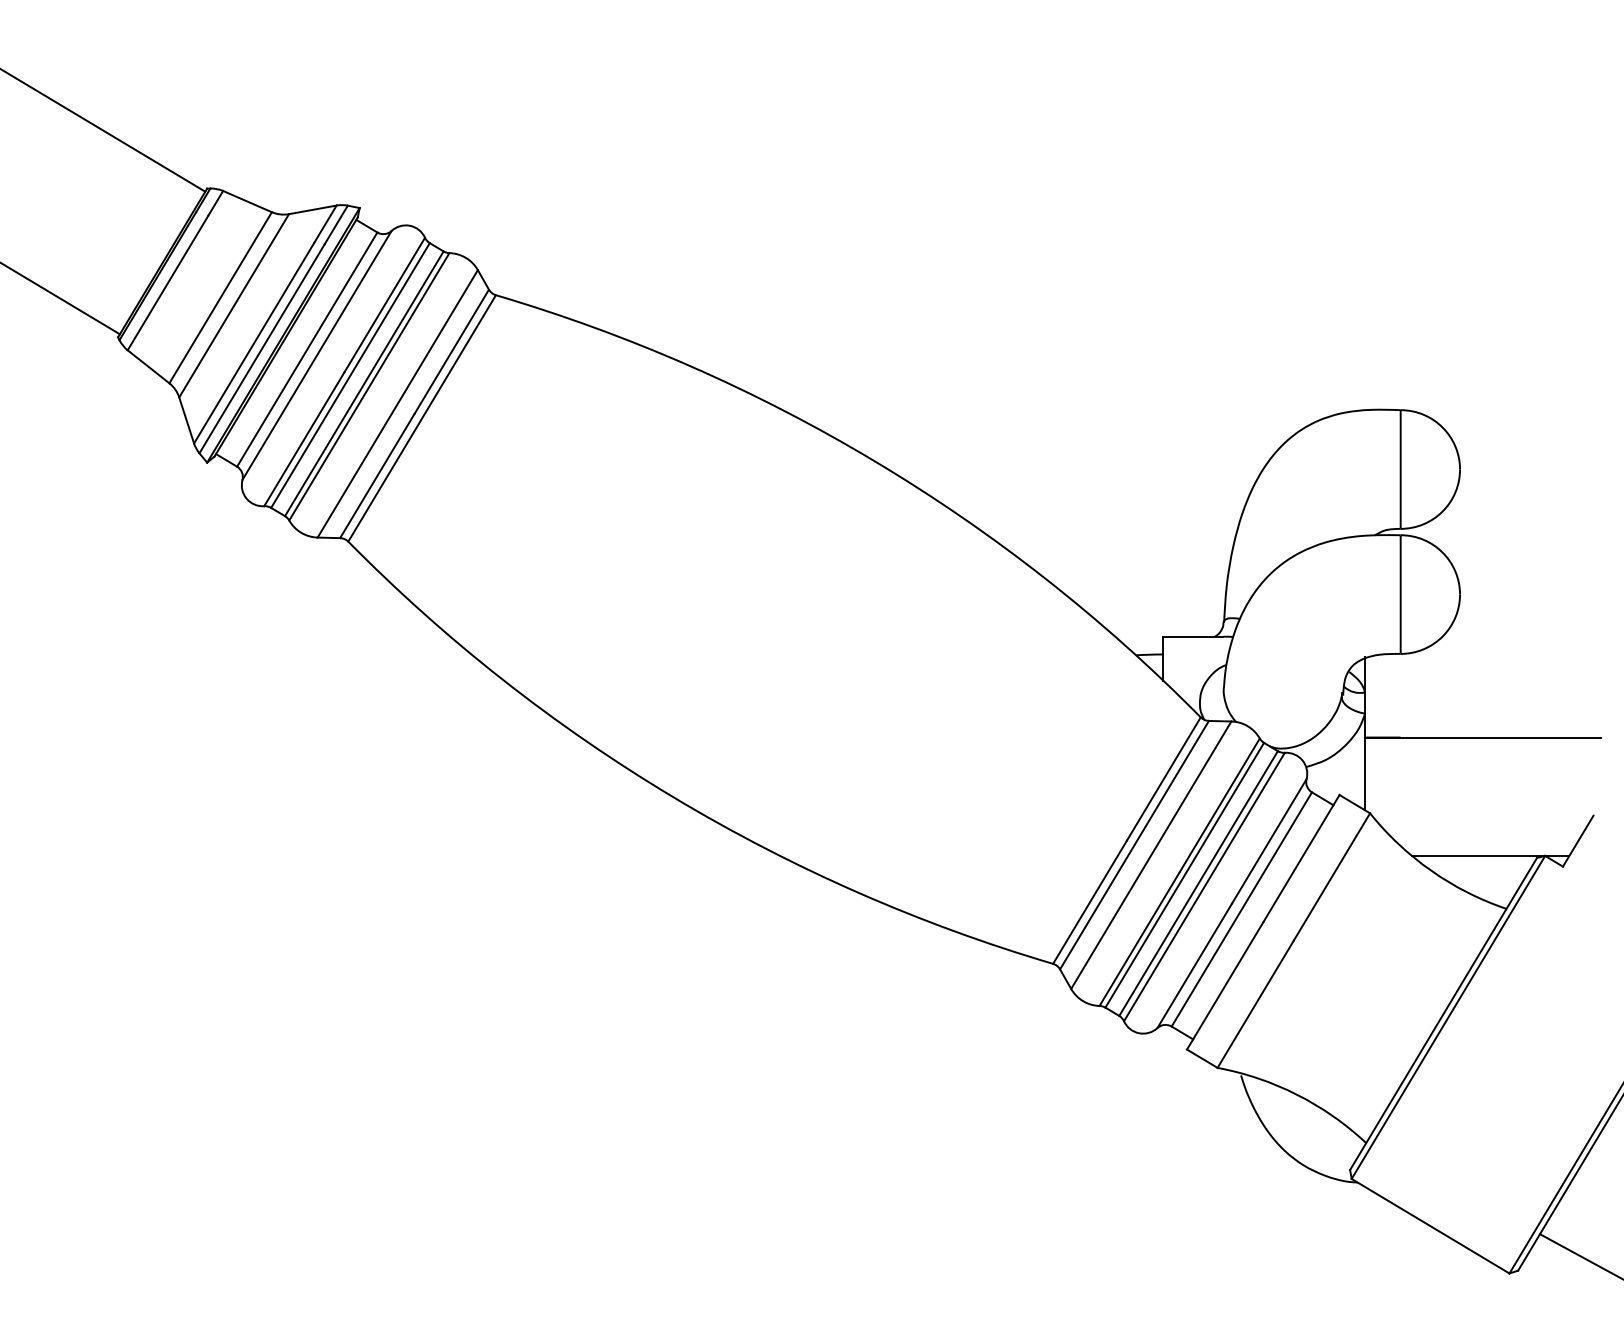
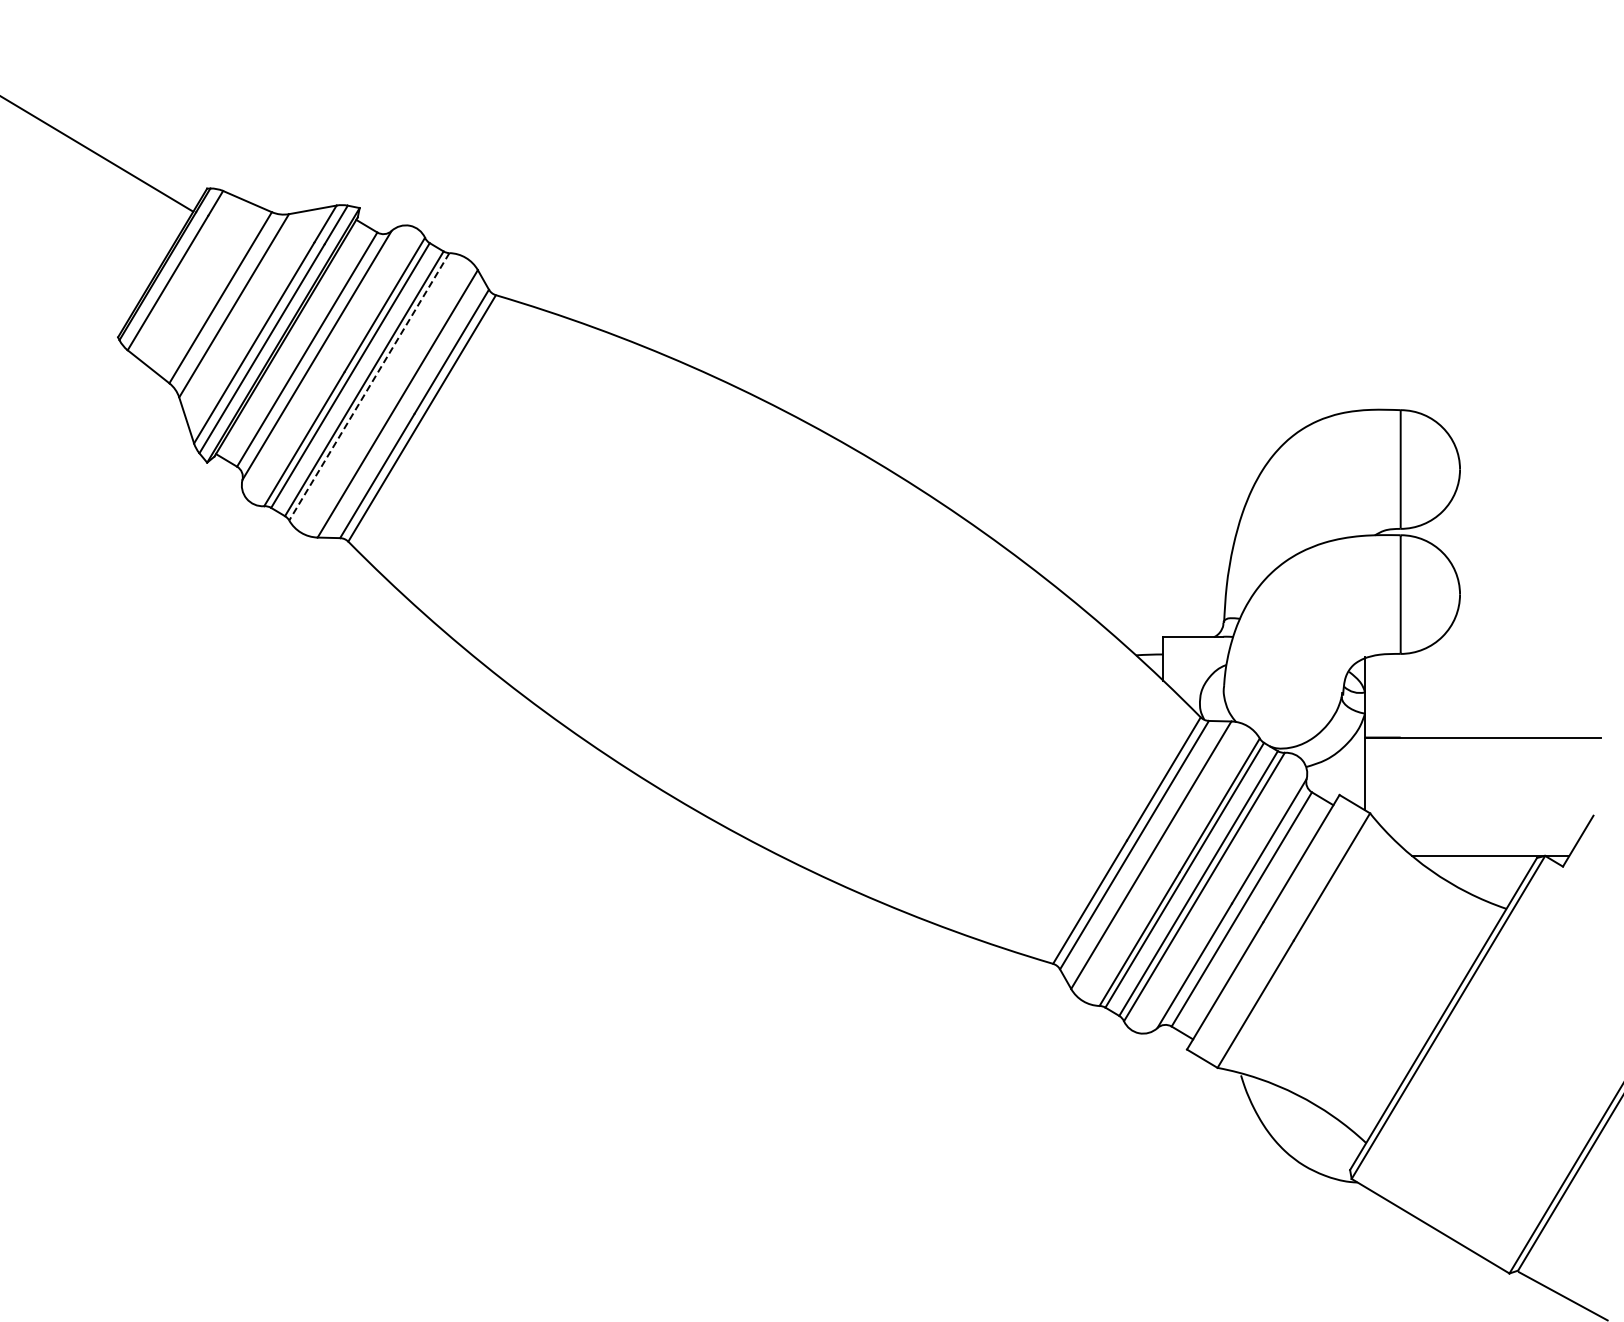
line at (103, 130) position: (103, 130) -> (97, 154)
line at (60, 298): present -> none
line at (369, 386): solid -> dashed
line at (1579, 1256) position: (1579, 1256) -> (1561, 1295)
